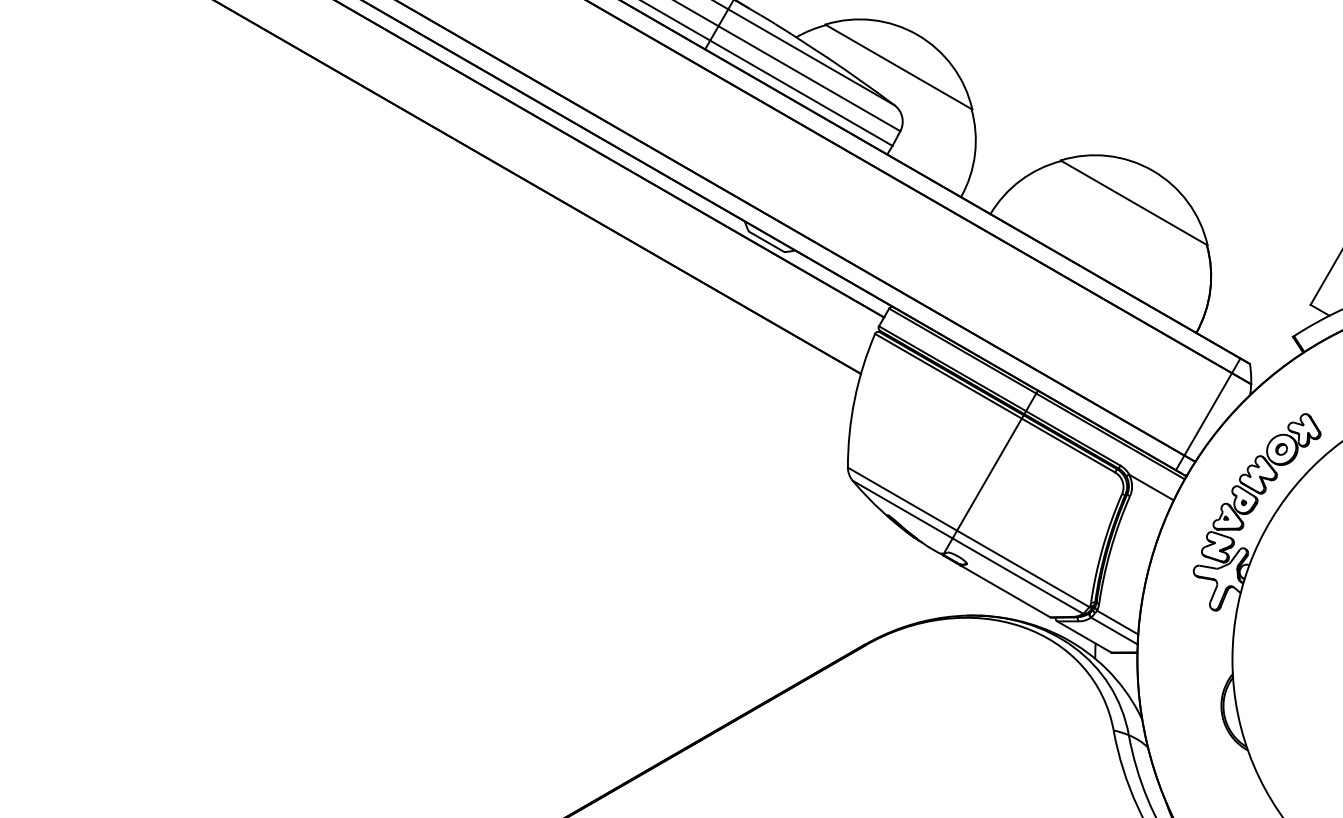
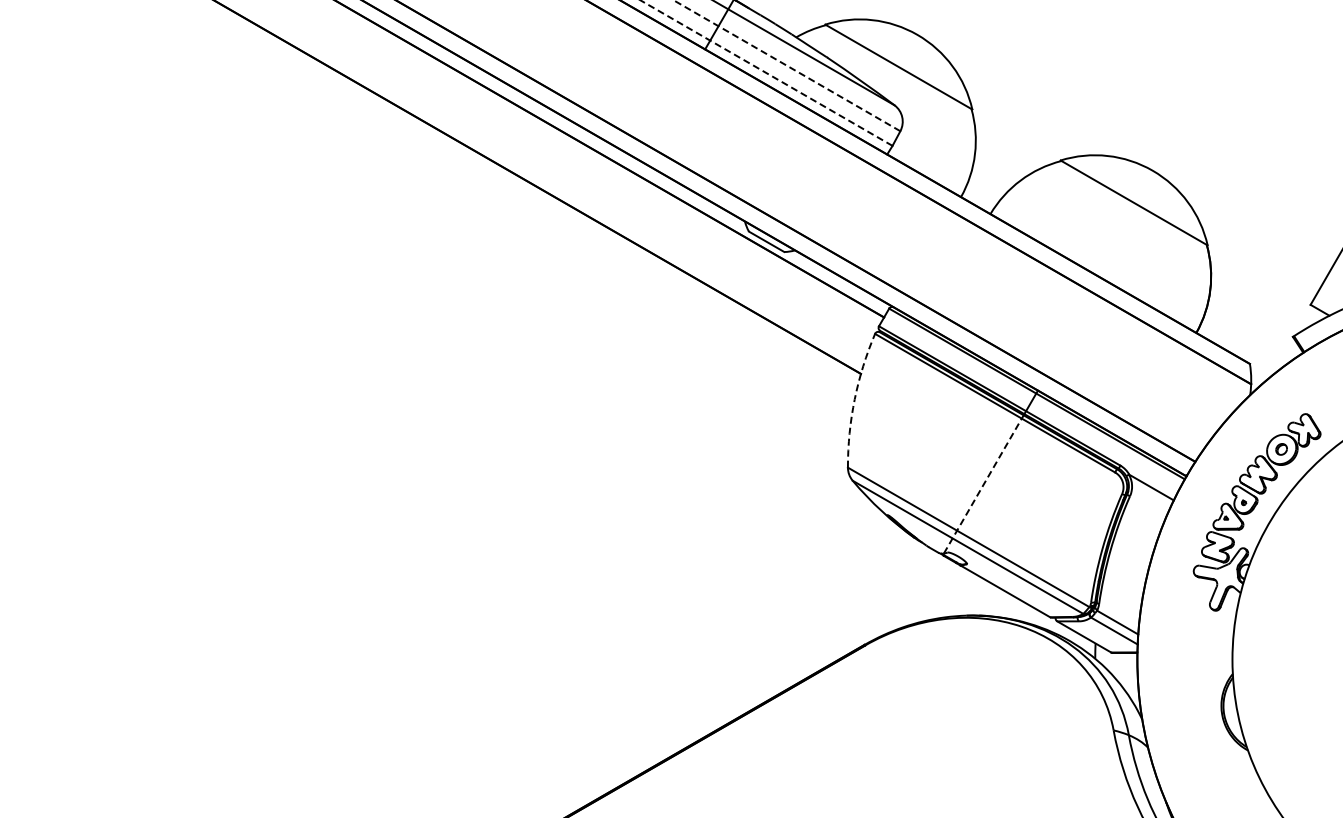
line at (787, 65): solid -> dashed
line at (766, 72): solid -> dashed
arc at (854, 399): solid -> dashed
line at (1207, 414): present -> none
line at (983, 484): solid -> dashed
